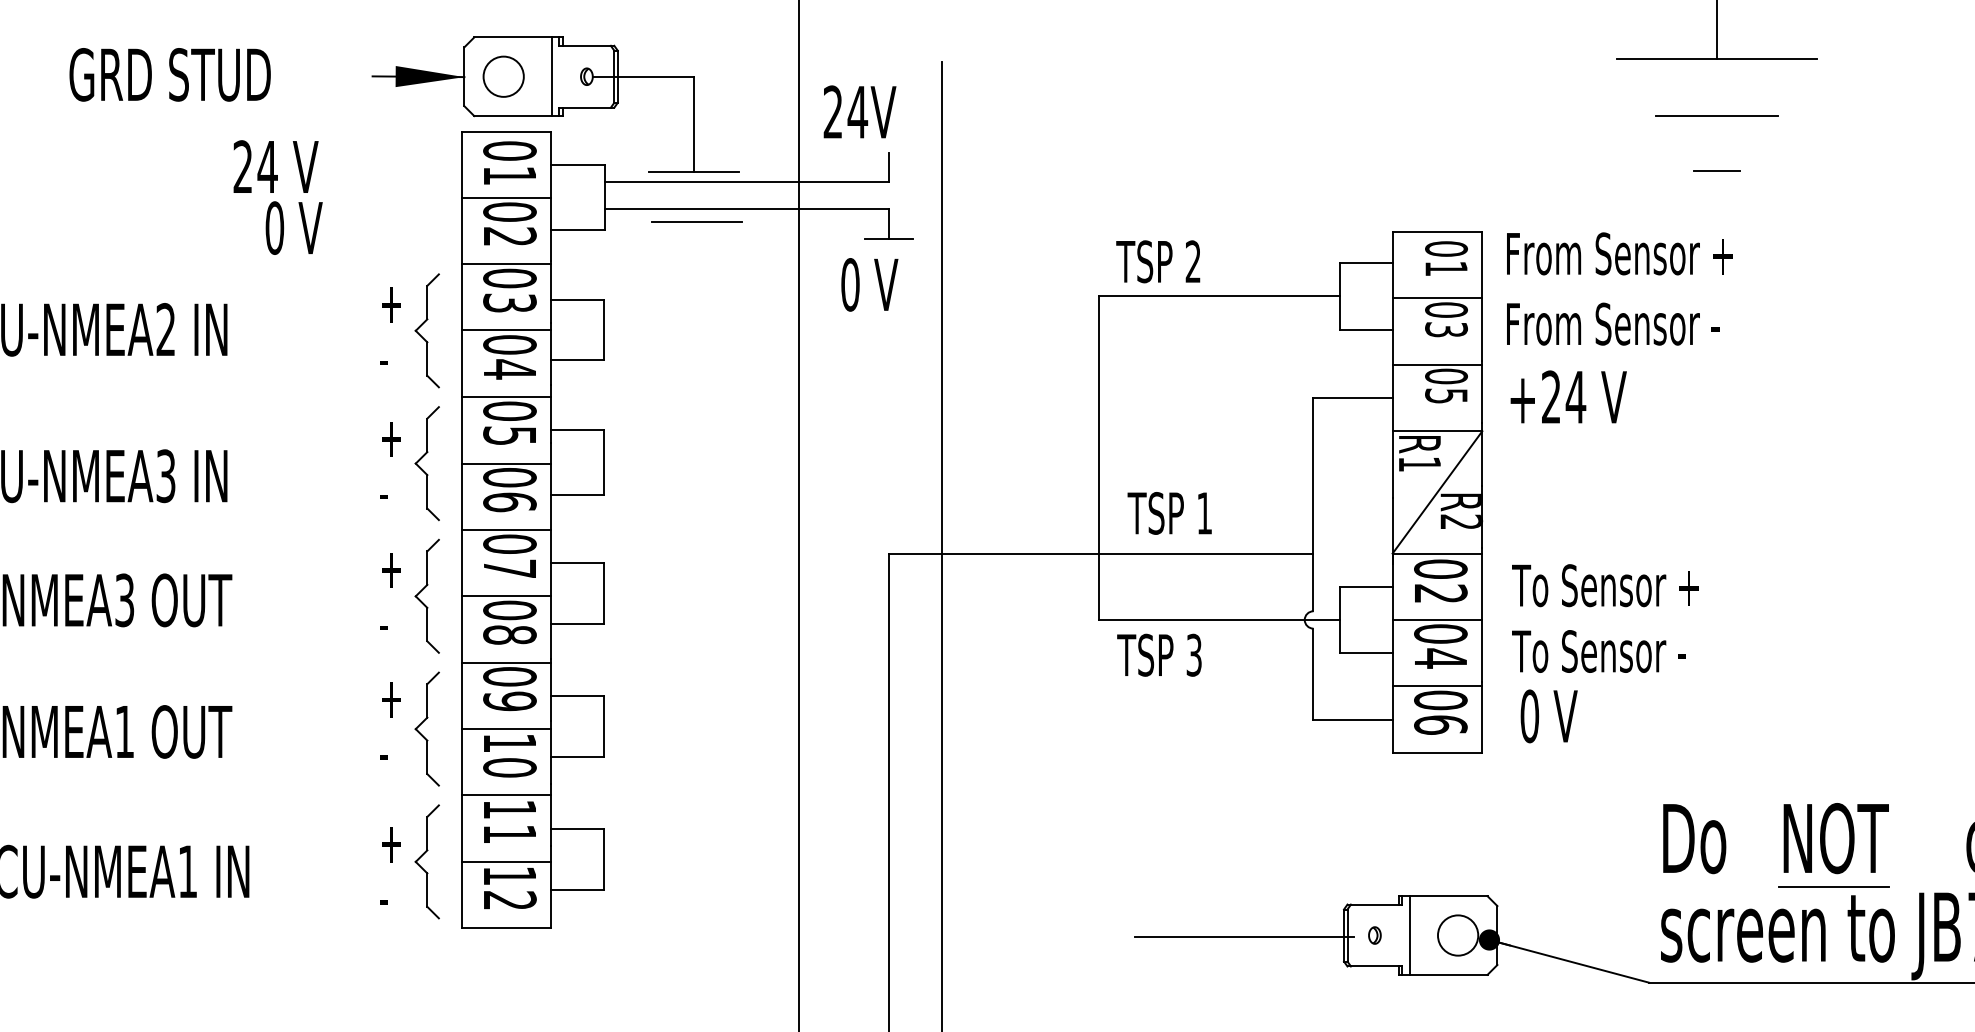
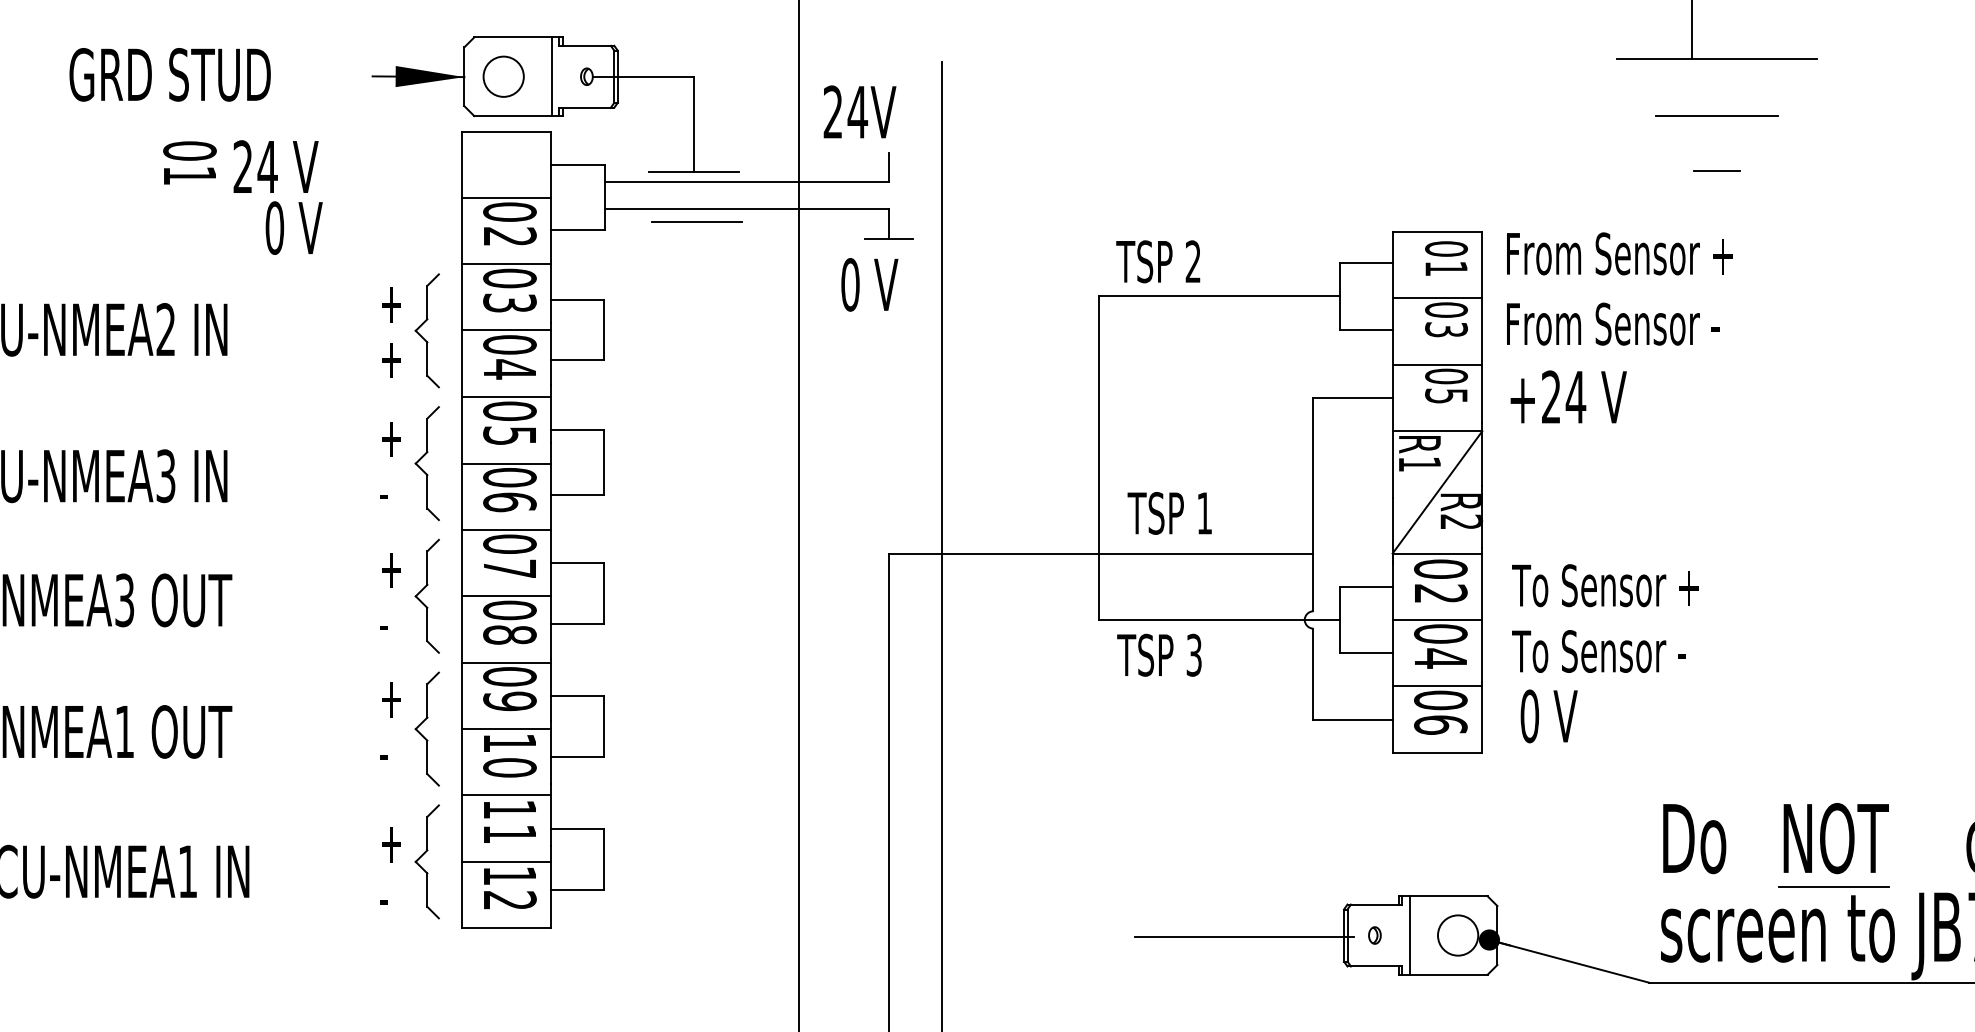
line at (1717, 30) position: (1717, 30) -> (1692, 30)
text at (509, 162) position: (509, 162) -> (189, 162)
text at (390, 360): - -> +
